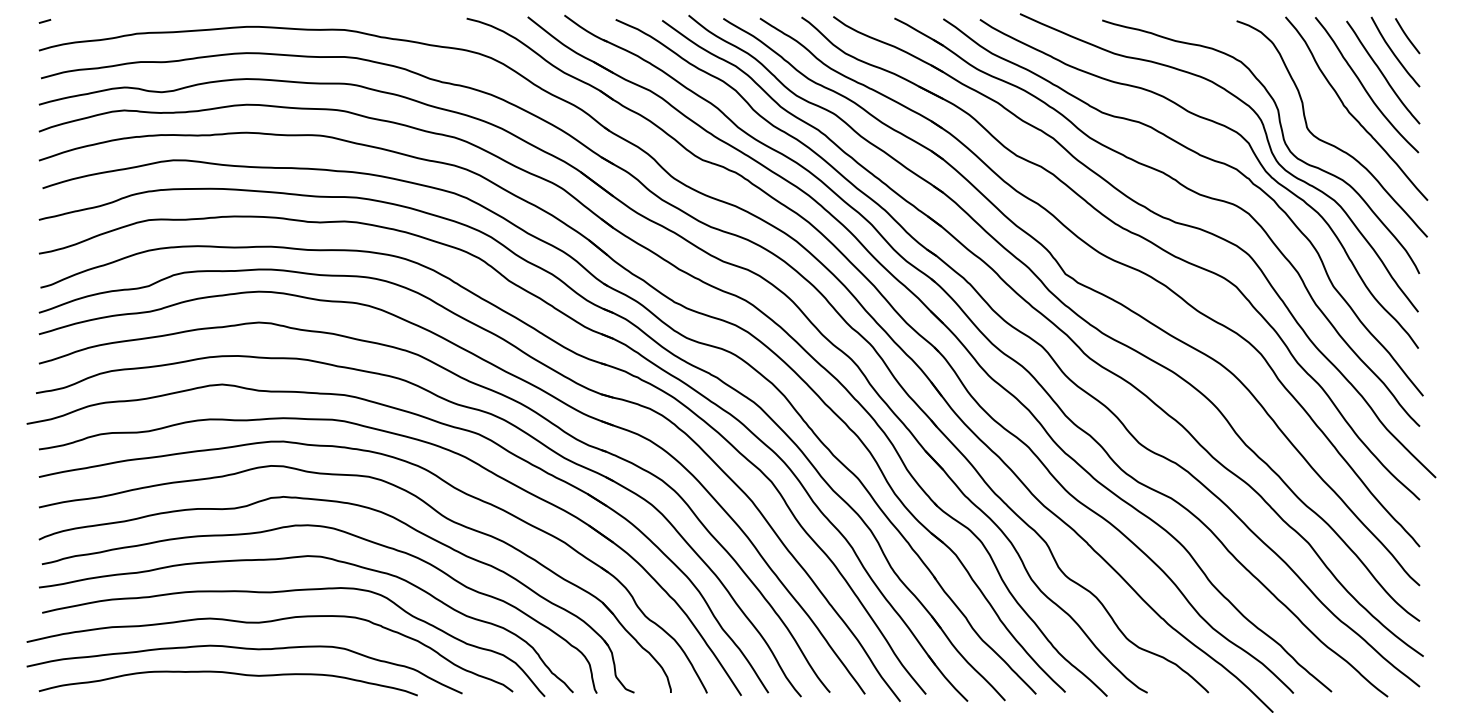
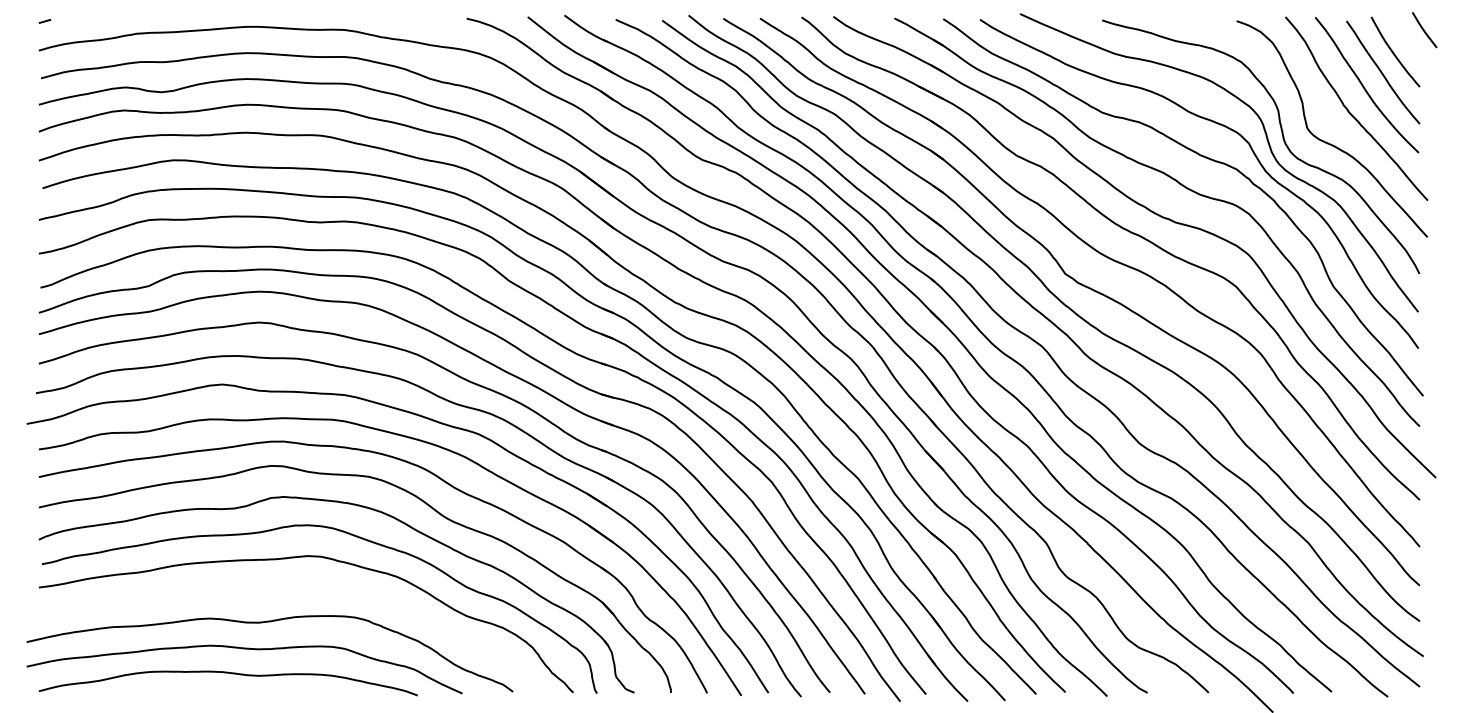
line at (1407, 36) position: (1407, 36) -> (1424, 30)
curve at (285, 592): present -> none
